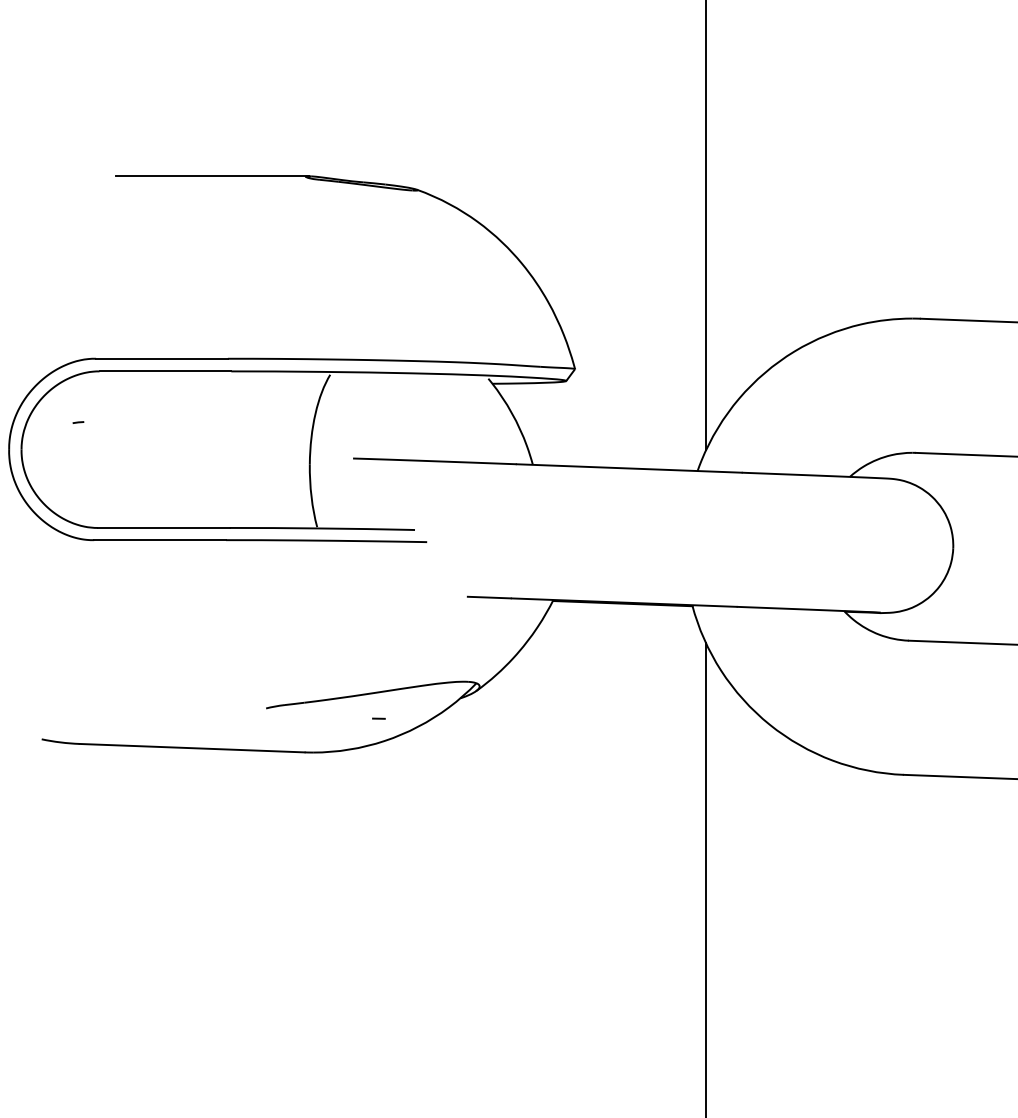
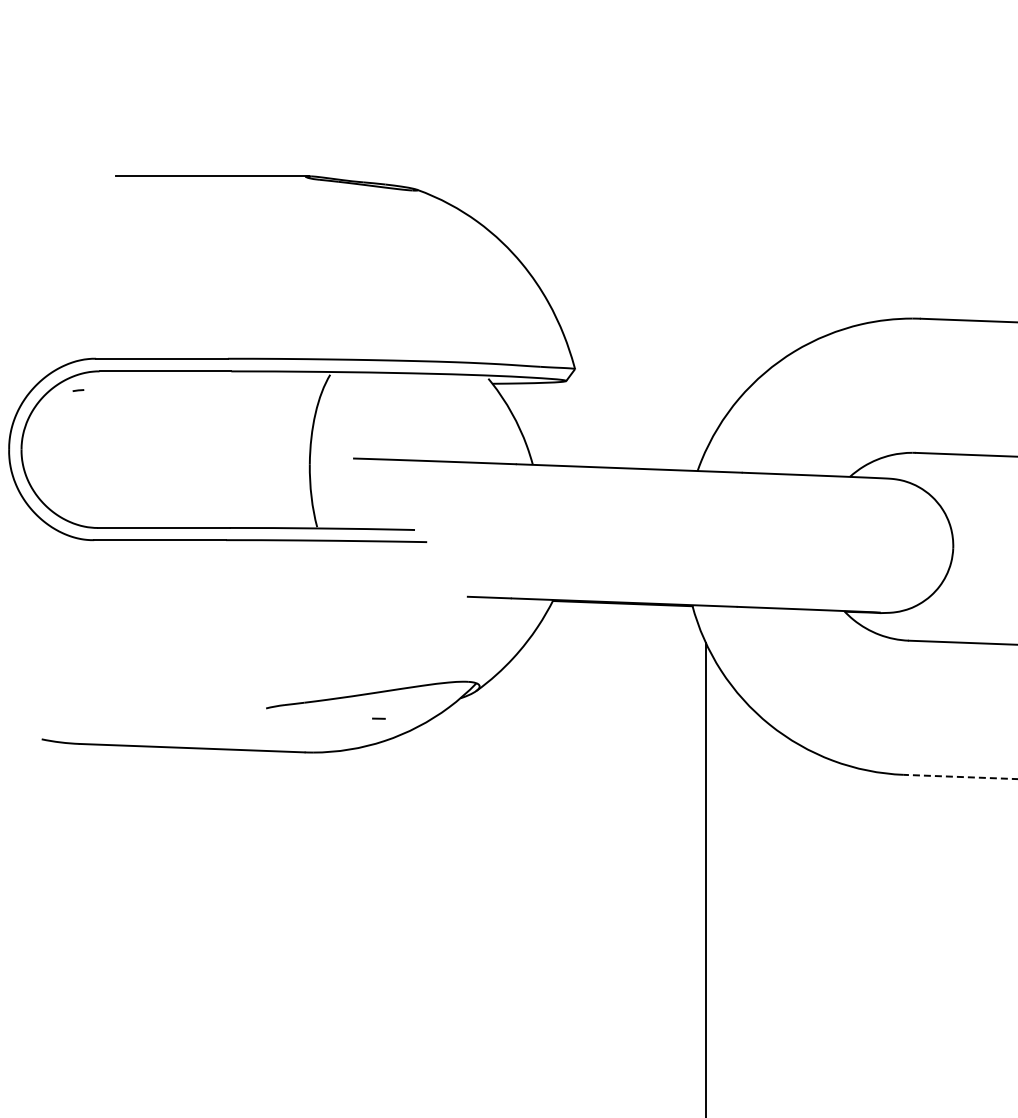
line at (706, 226): present -> none
curve at (78, 422) position: (78, 422) -> (78, 390)
line at (960, 776): solid -> dashed
